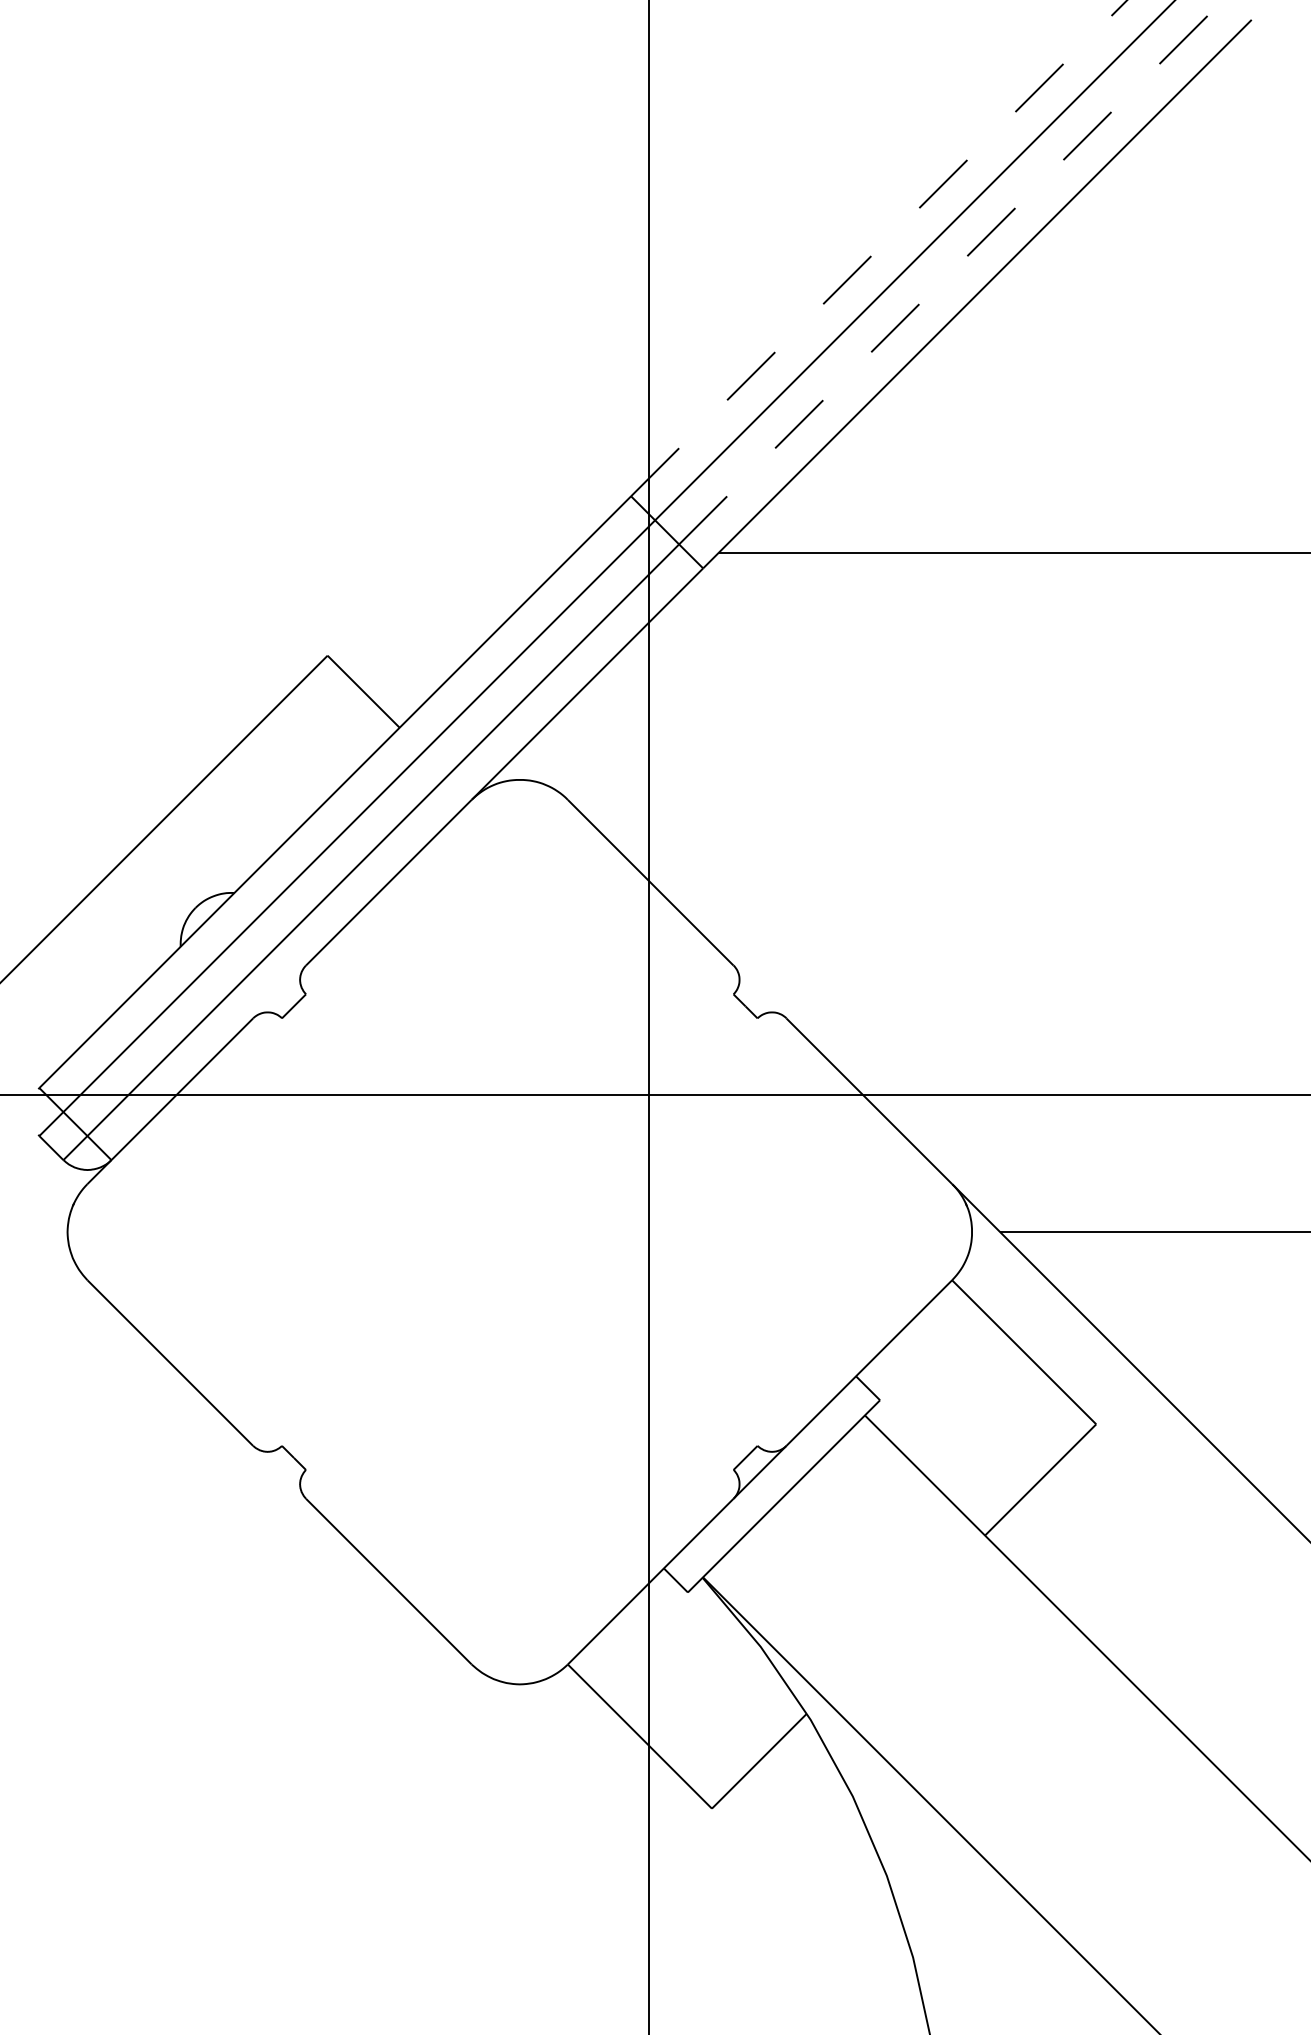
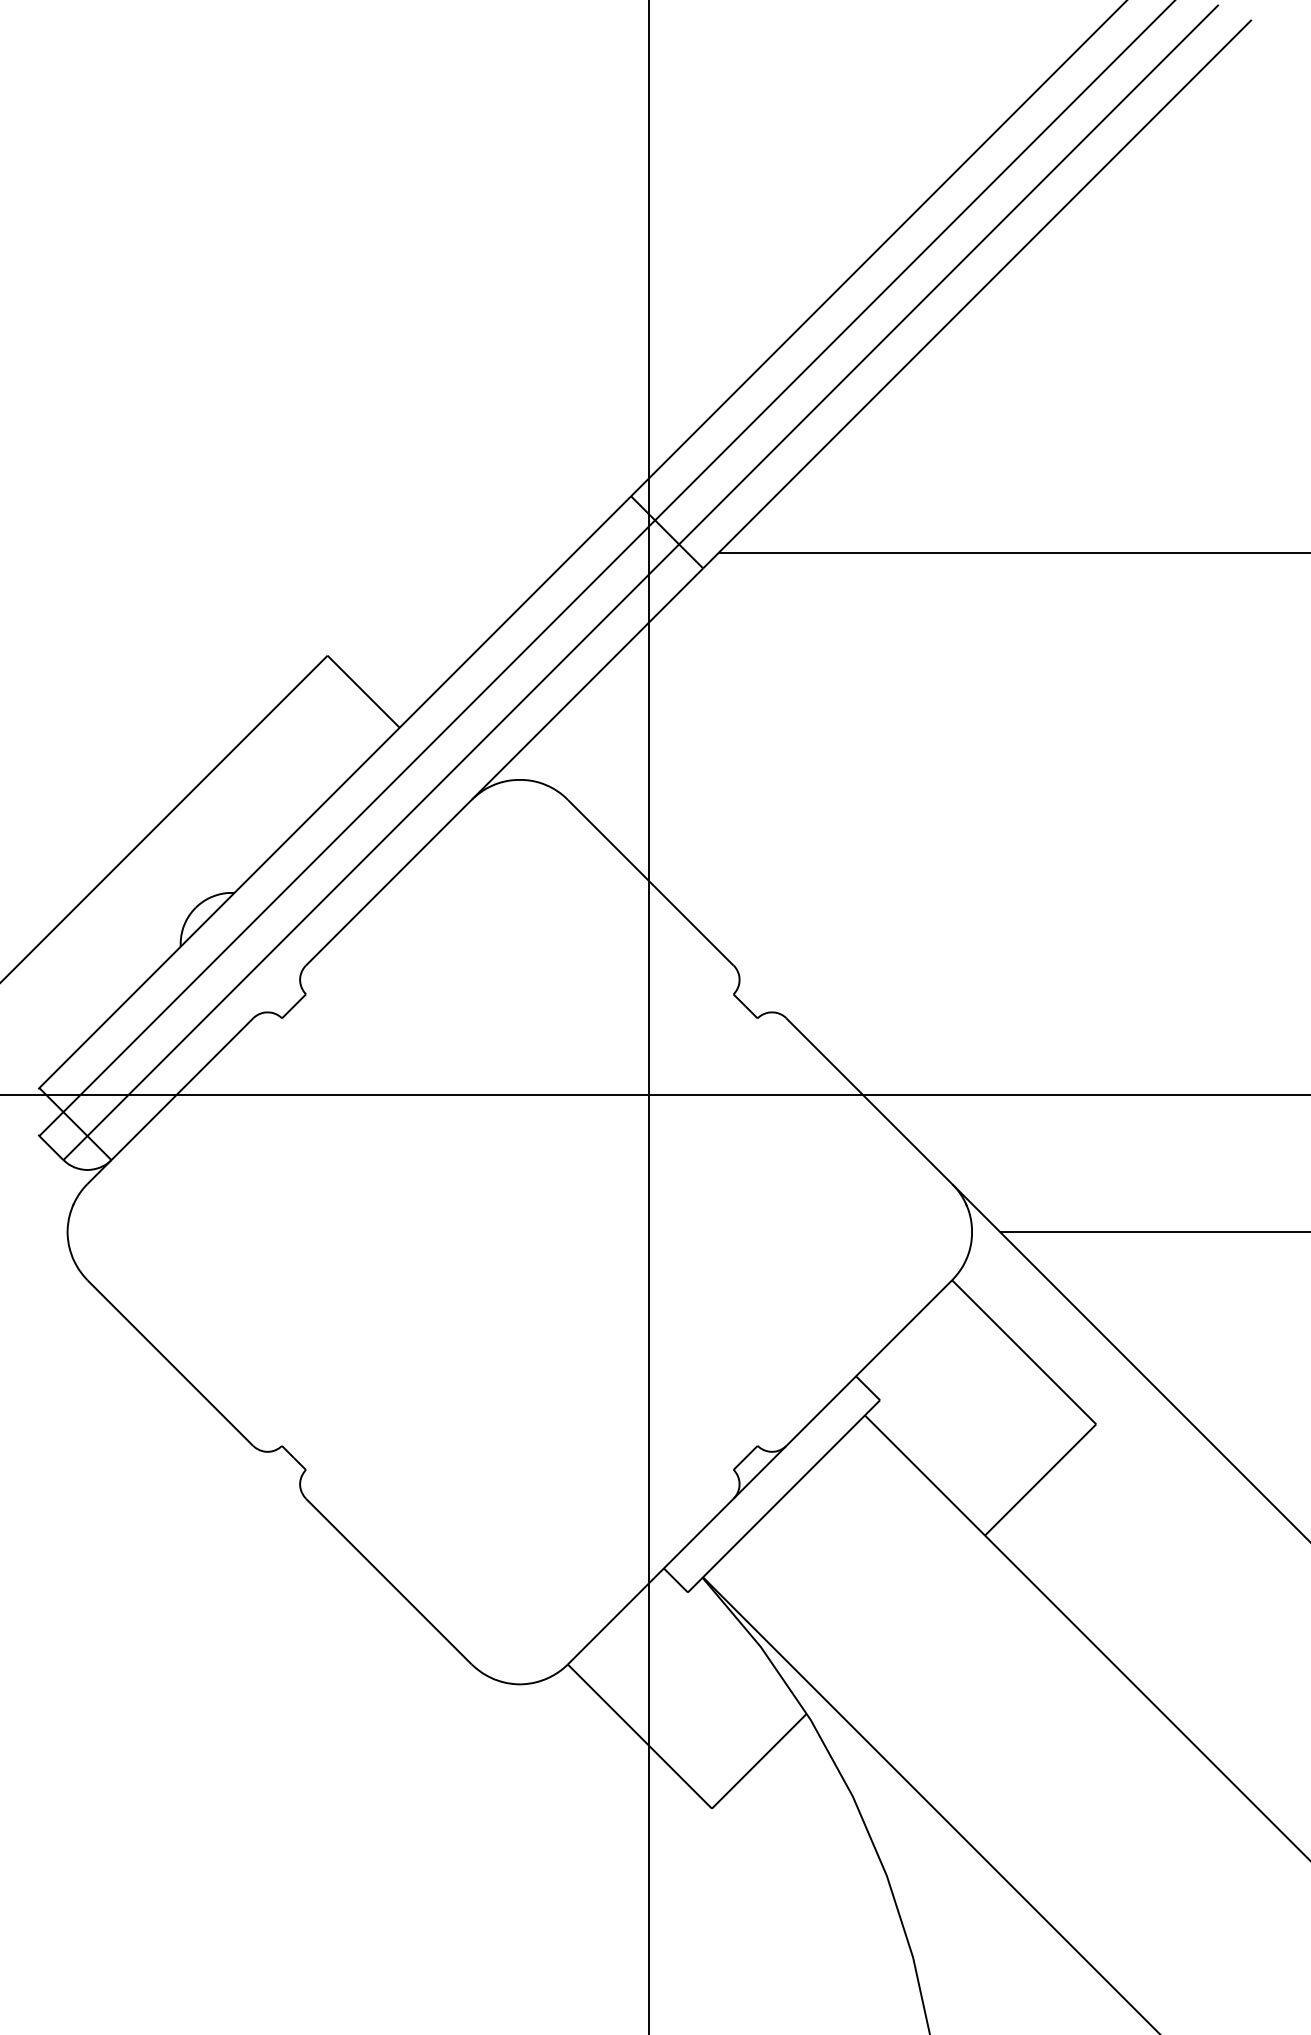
line at (879, 248): dashed -> solid
line at (948, 274): dashed -> solid
